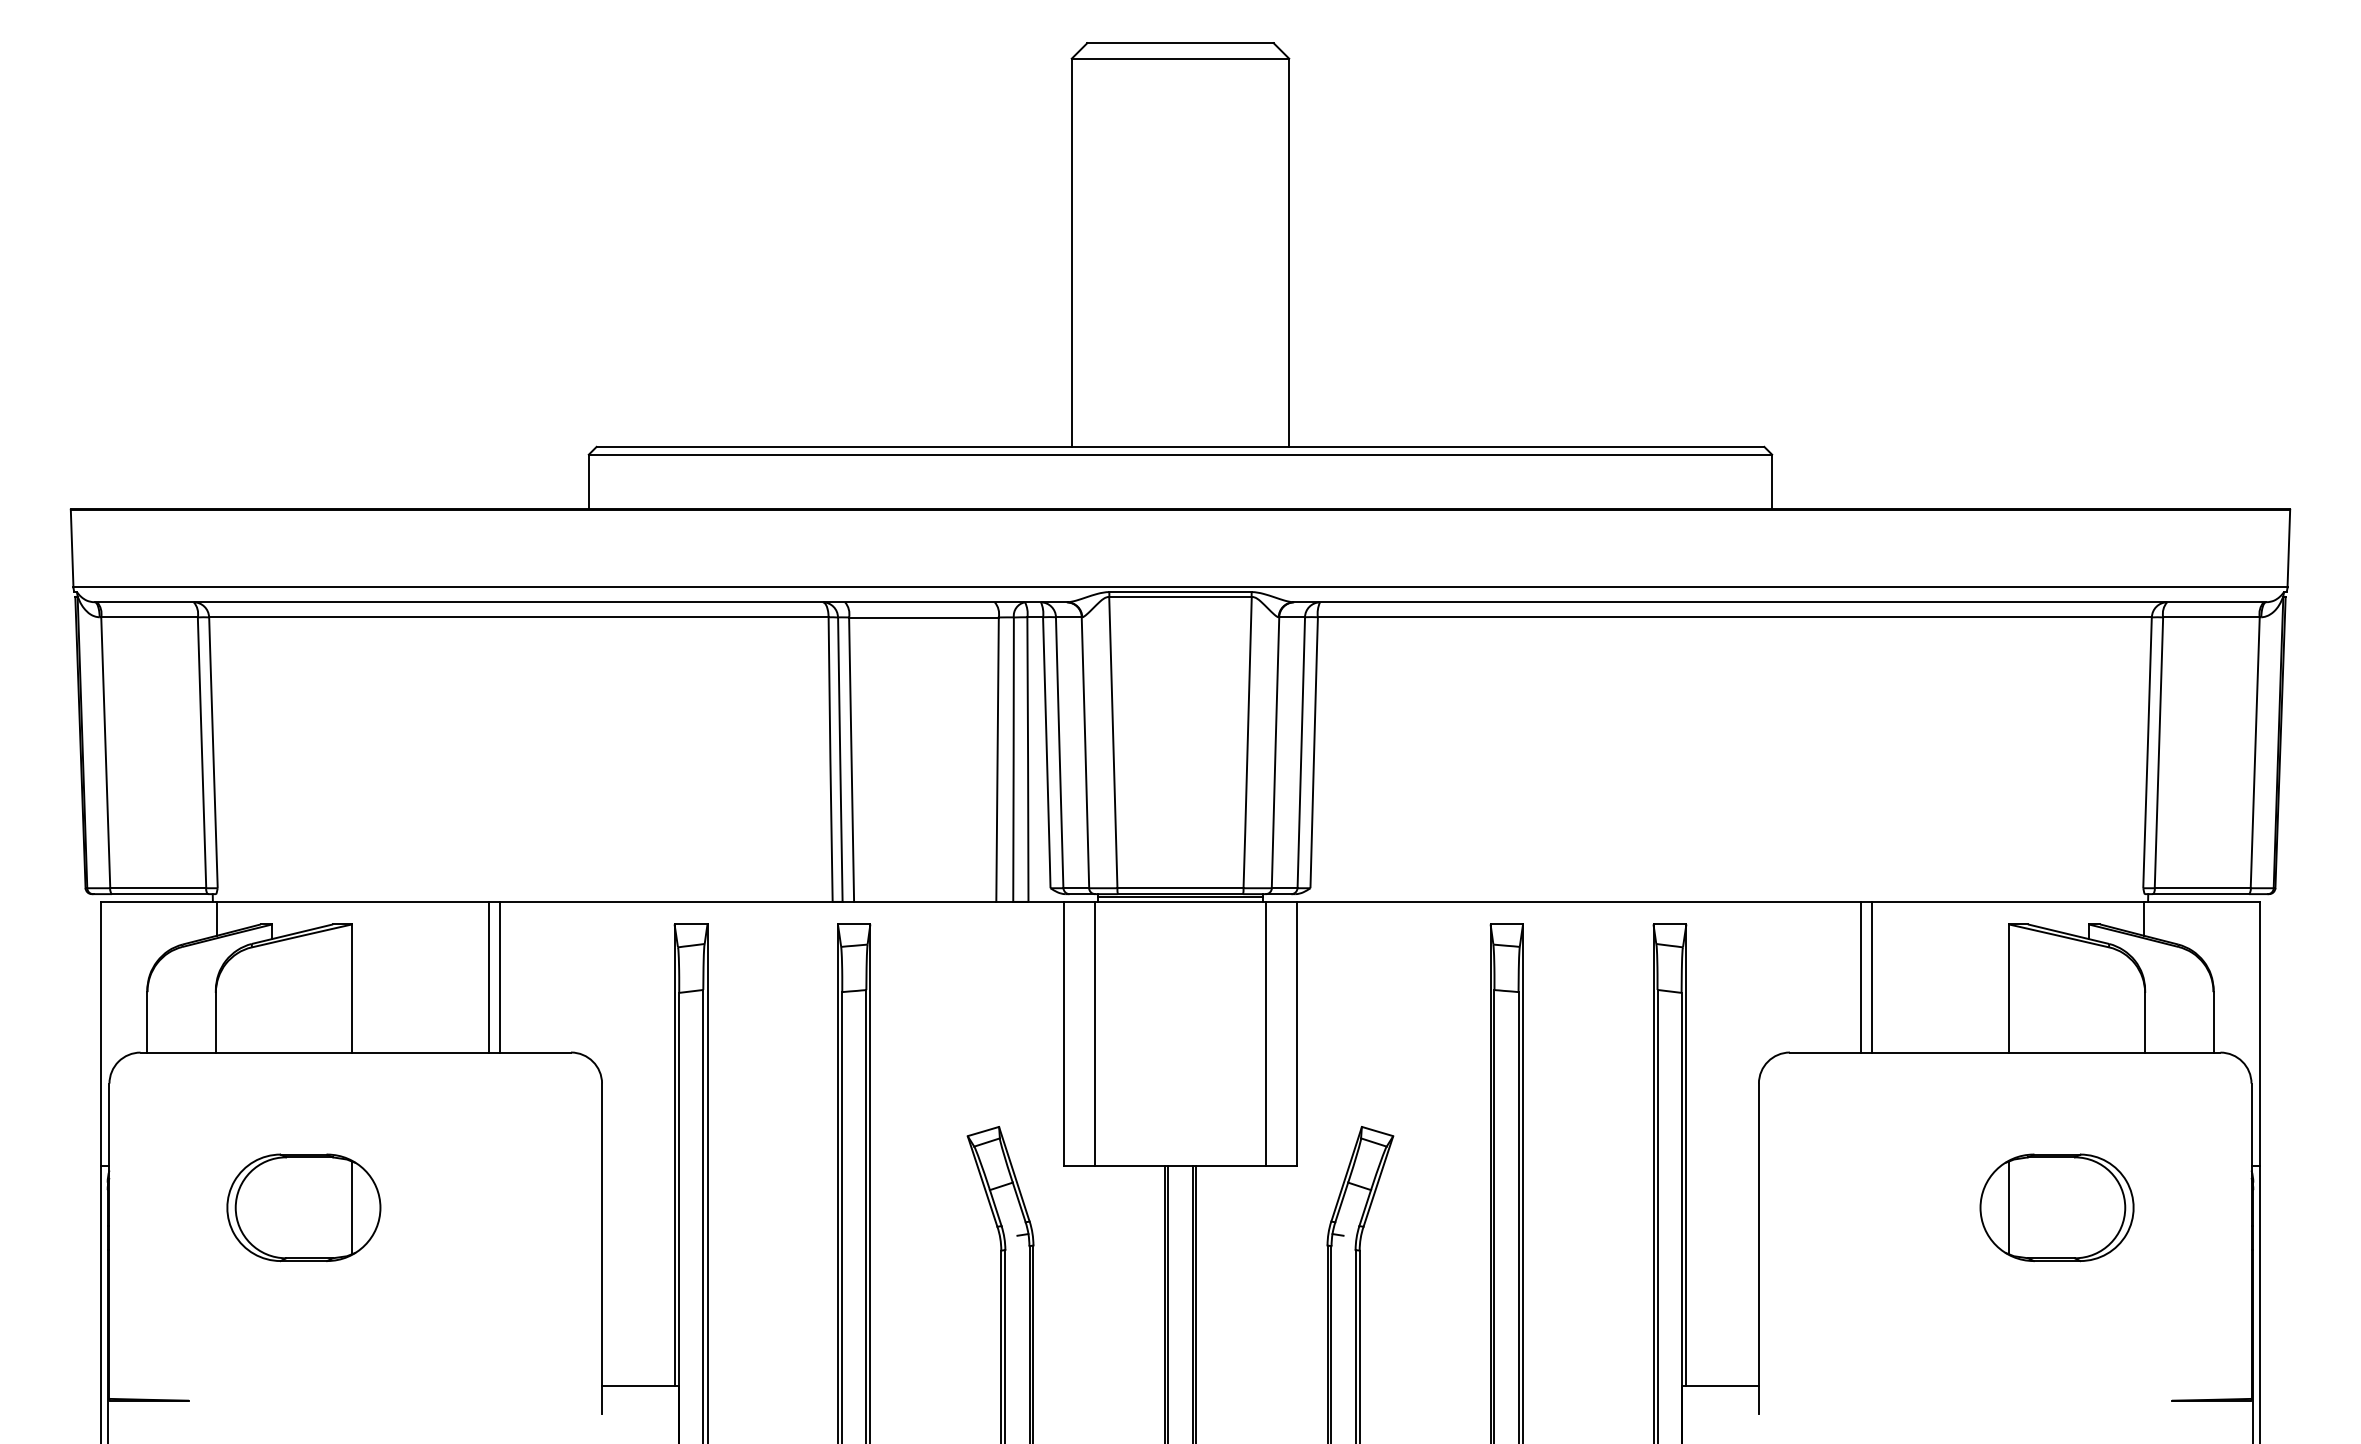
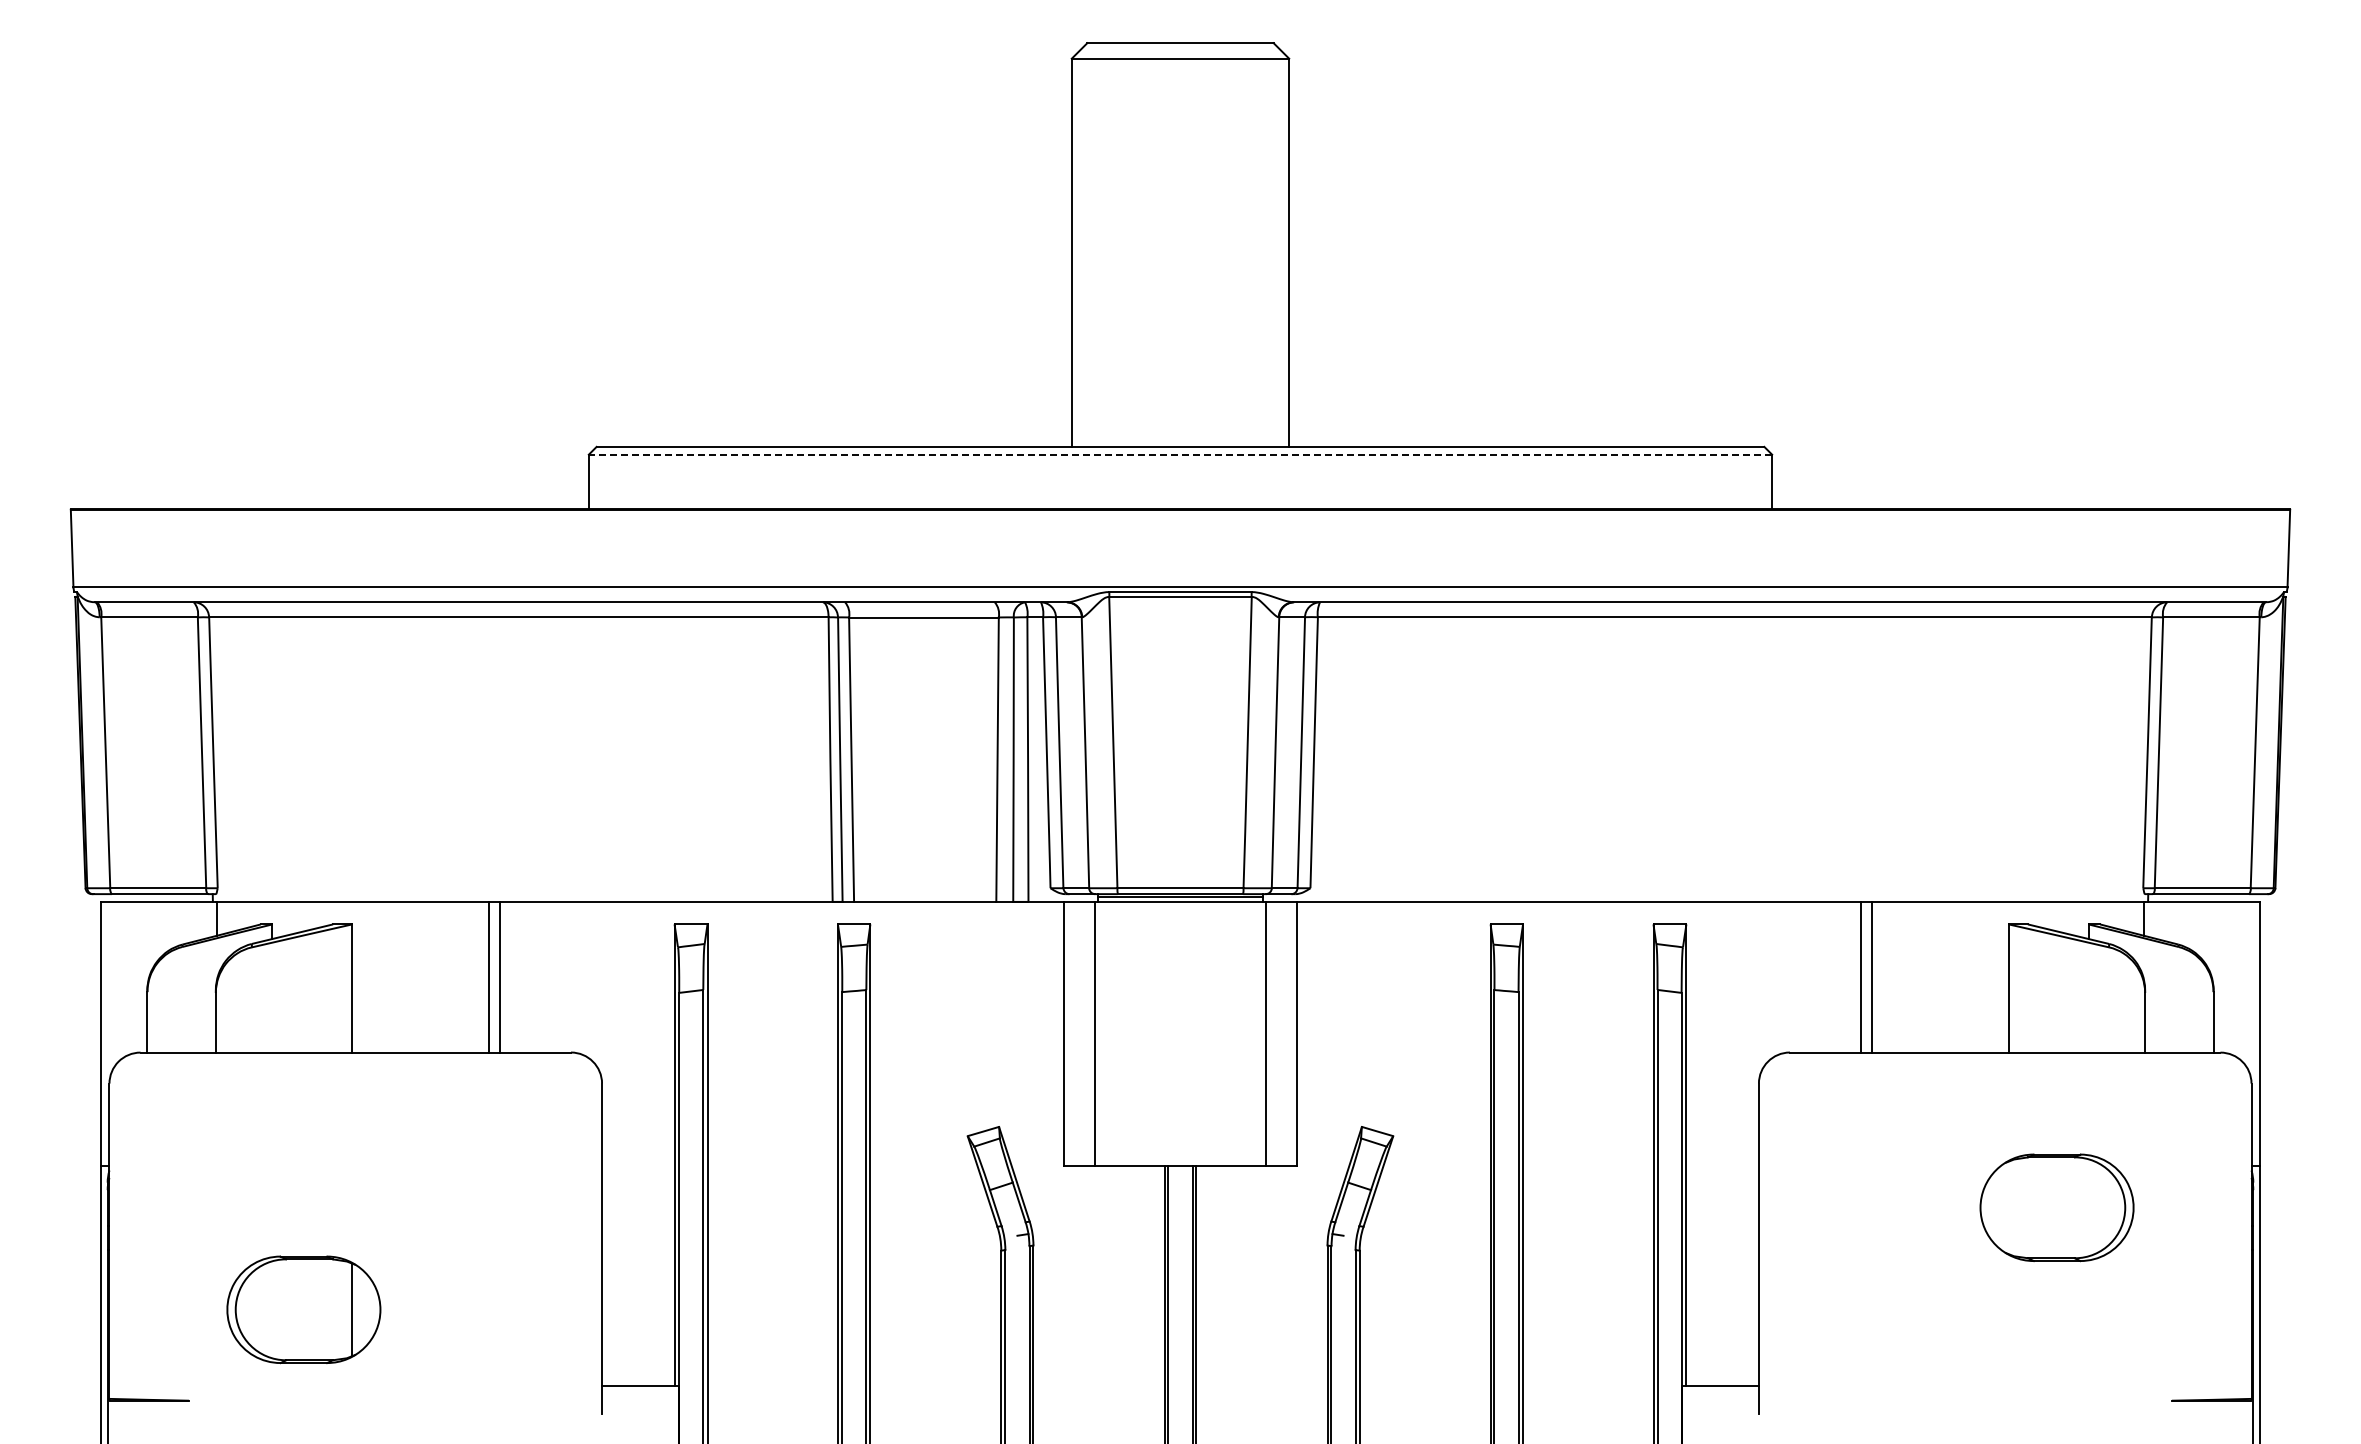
line at (1180, 454): solid -> dashed
part at (303, 1207) position: (303, 1207) -> (303, 1309)
line at (2008, 1207): present -> none
